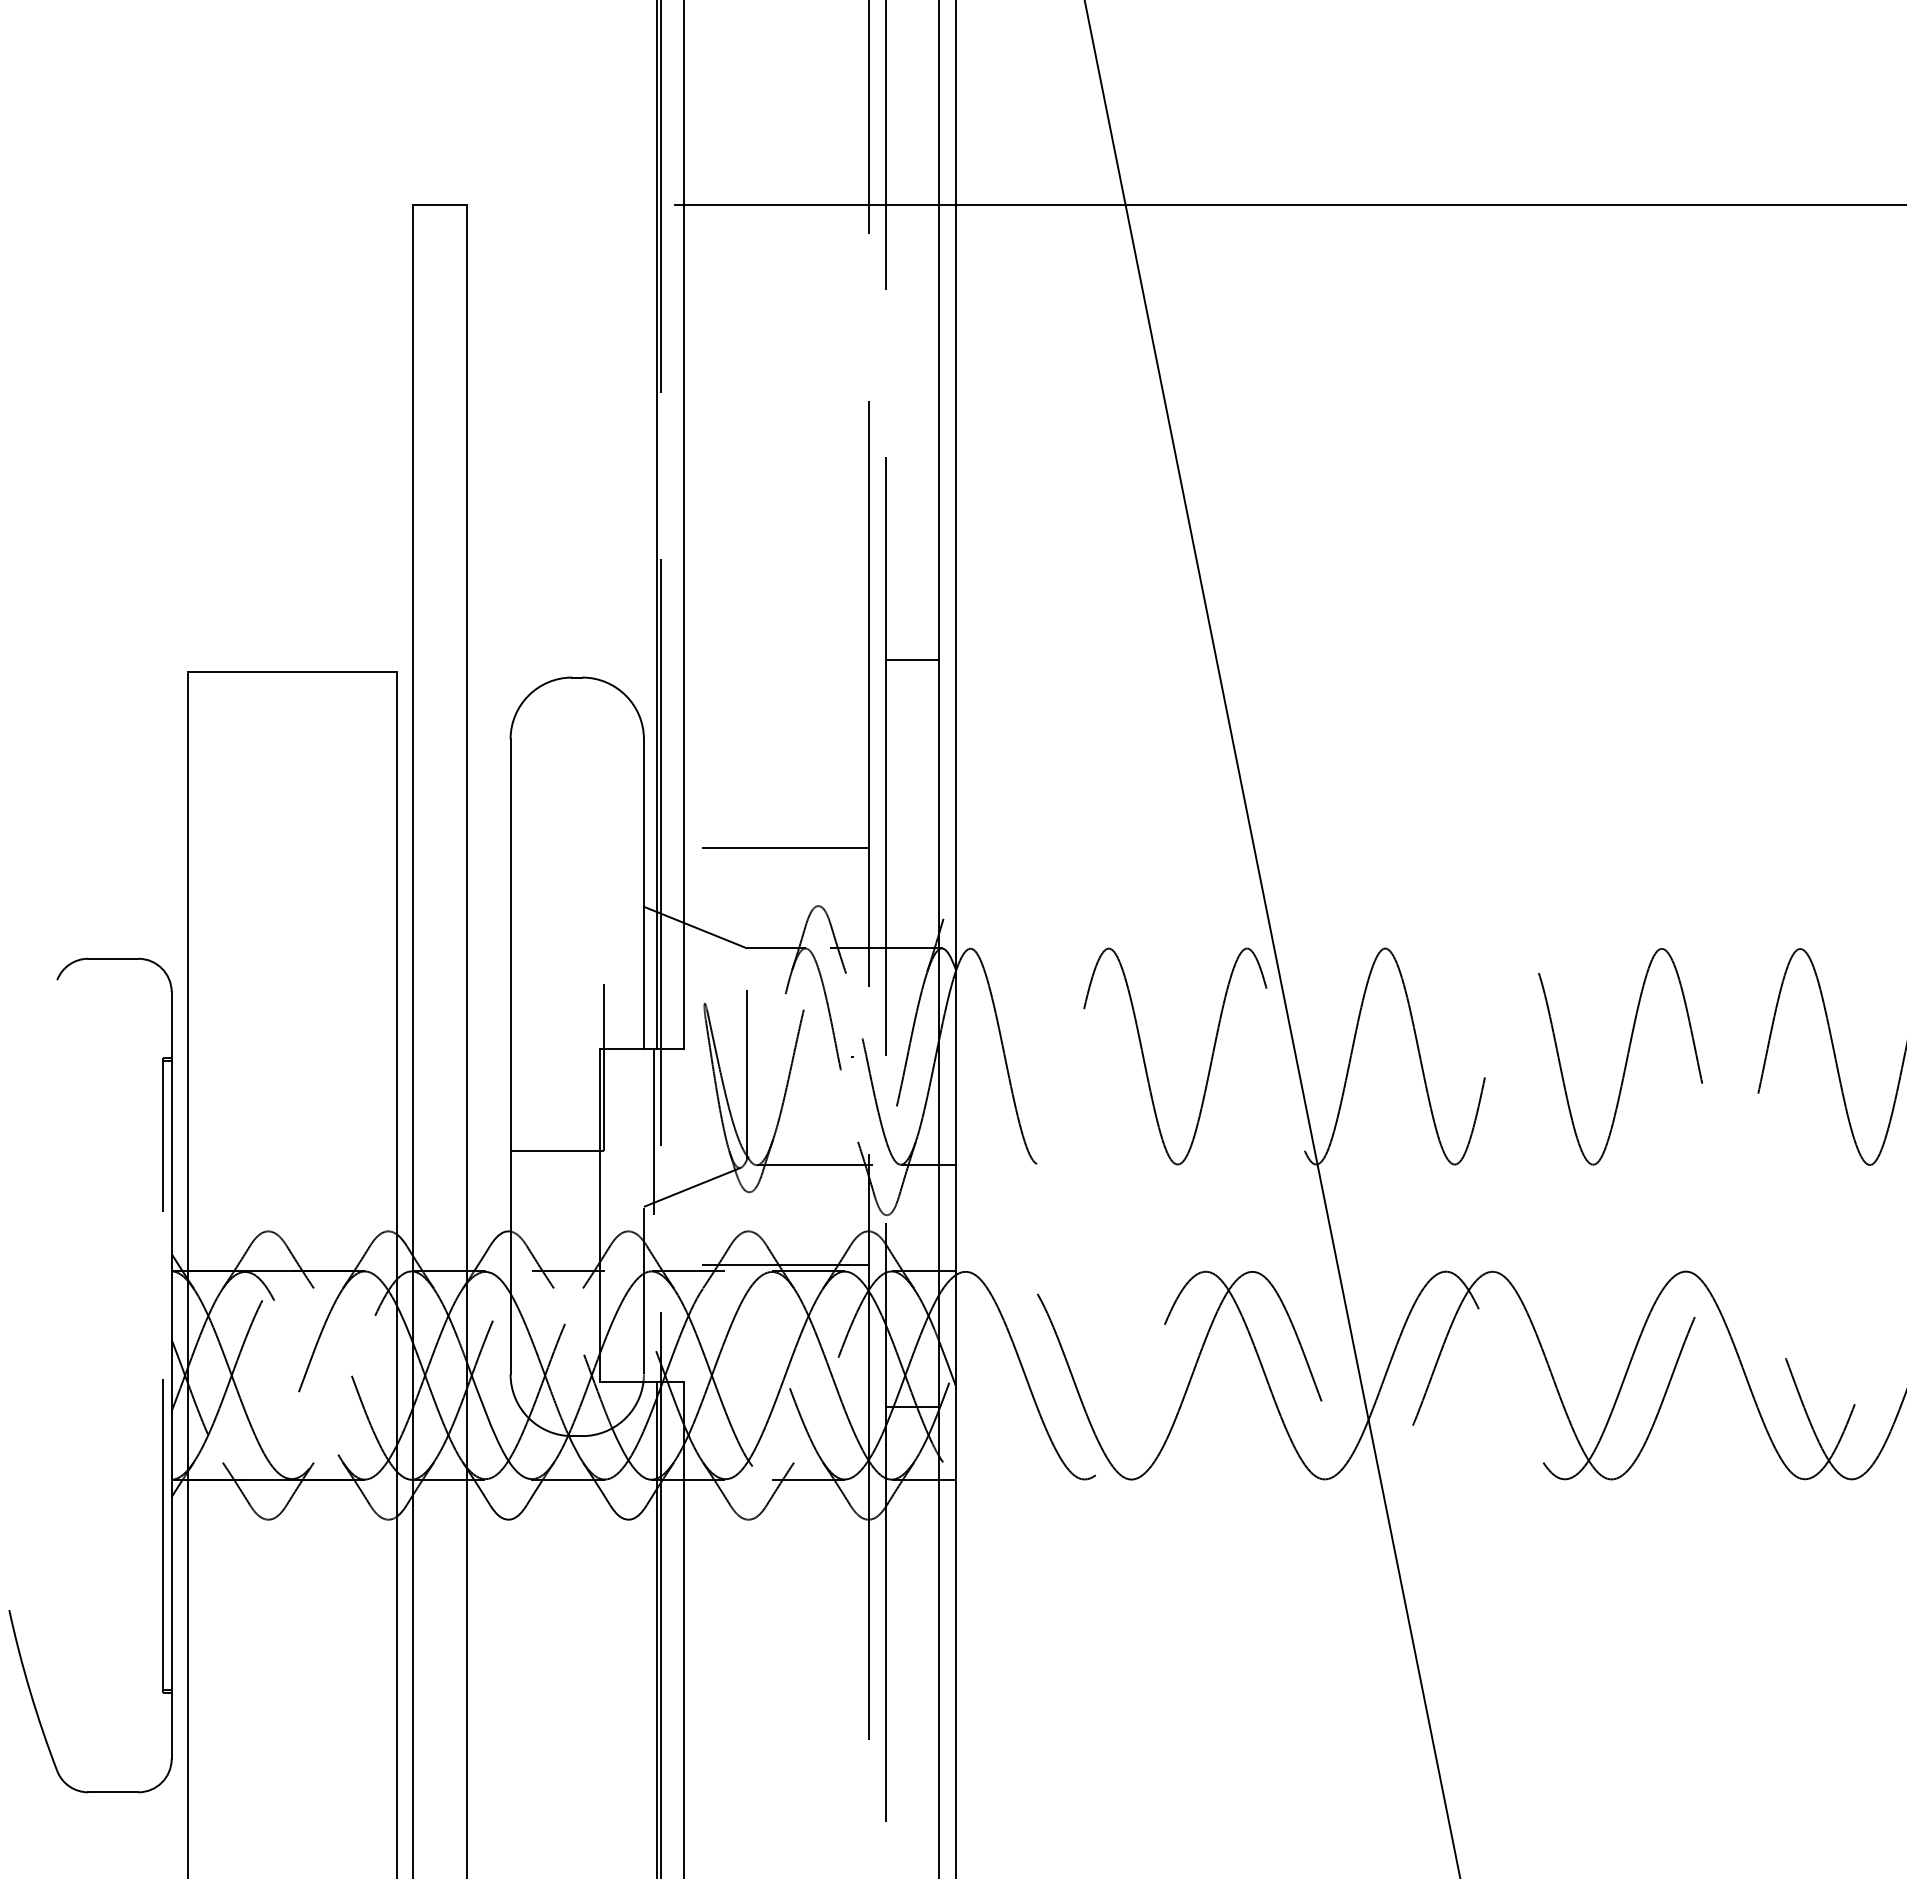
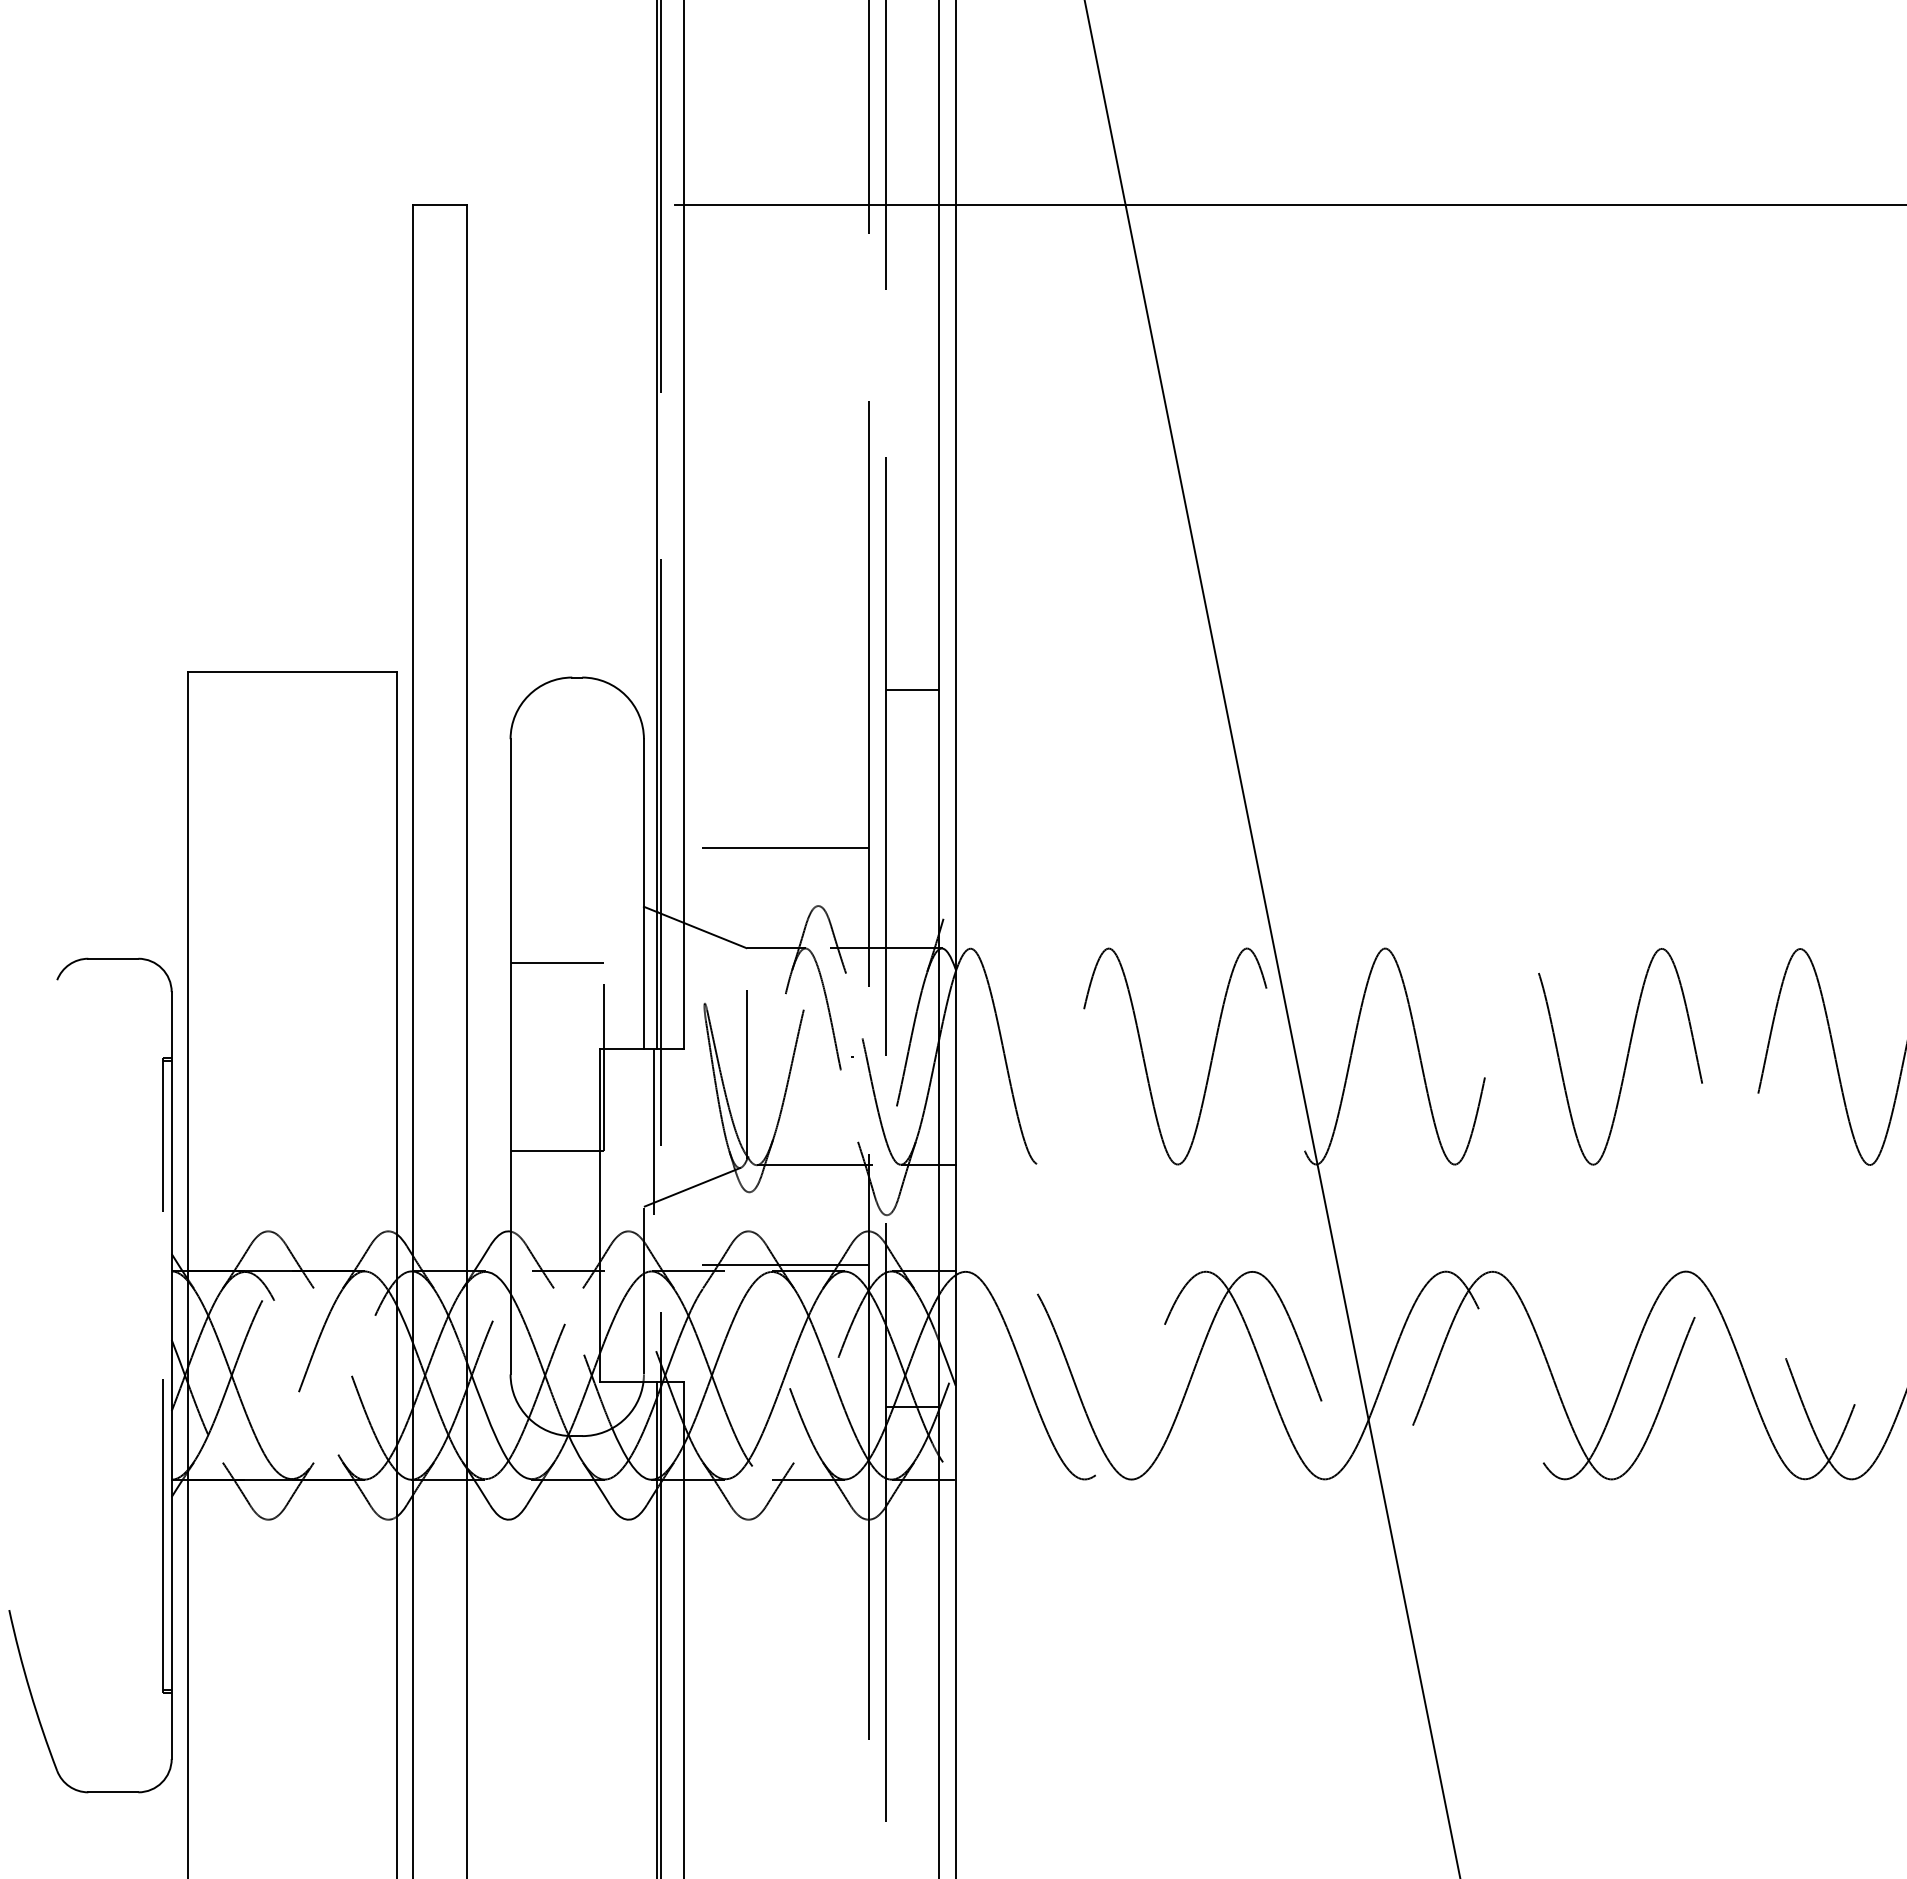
line at (912, 660) position: (912, 660) -> (912, 690)
line at (556, 962): none -> present
